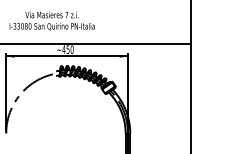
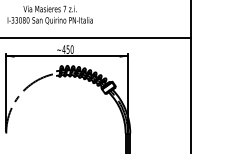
text at (51, 20) position: (51, 20) -> (49, 14)
line at (96, 44) position: (96, 44) -> (96, 38)
